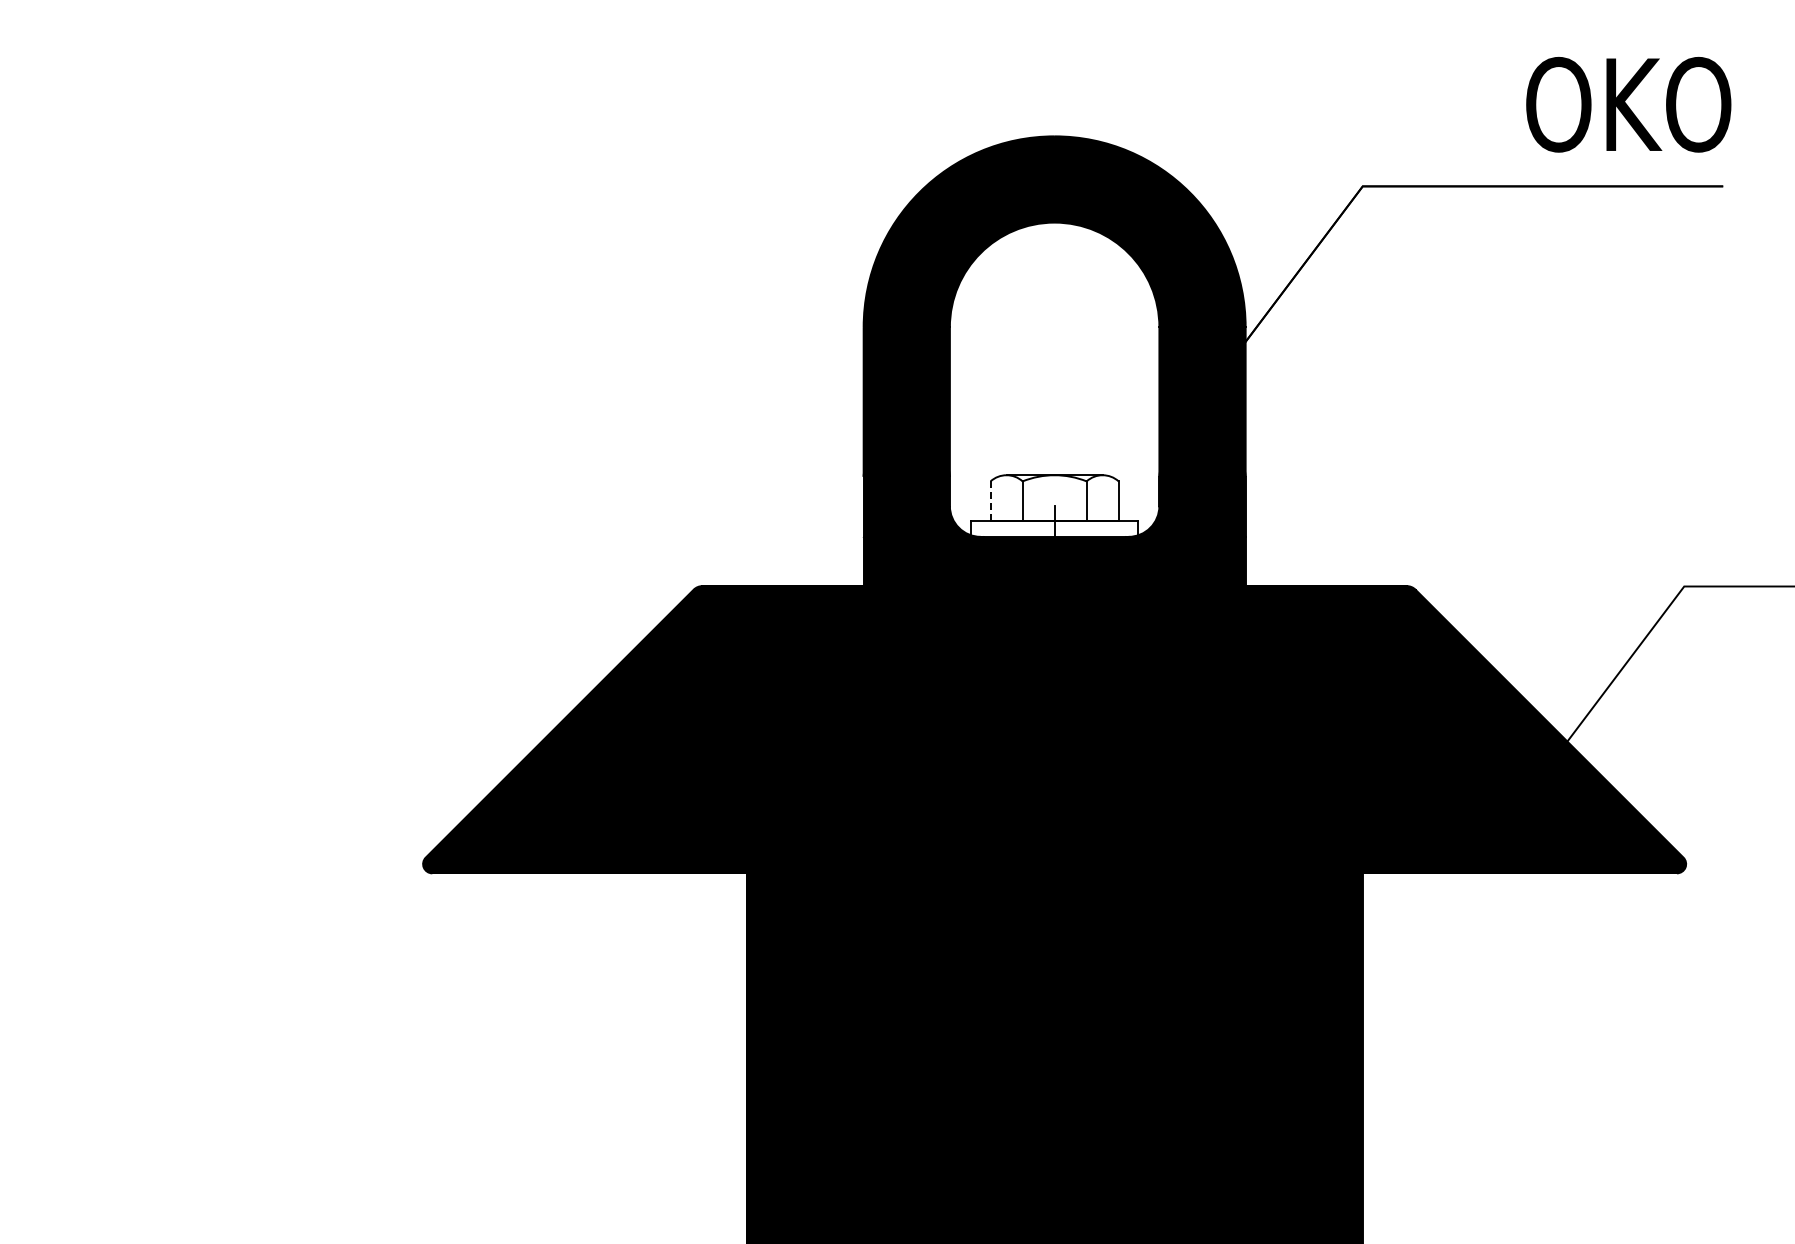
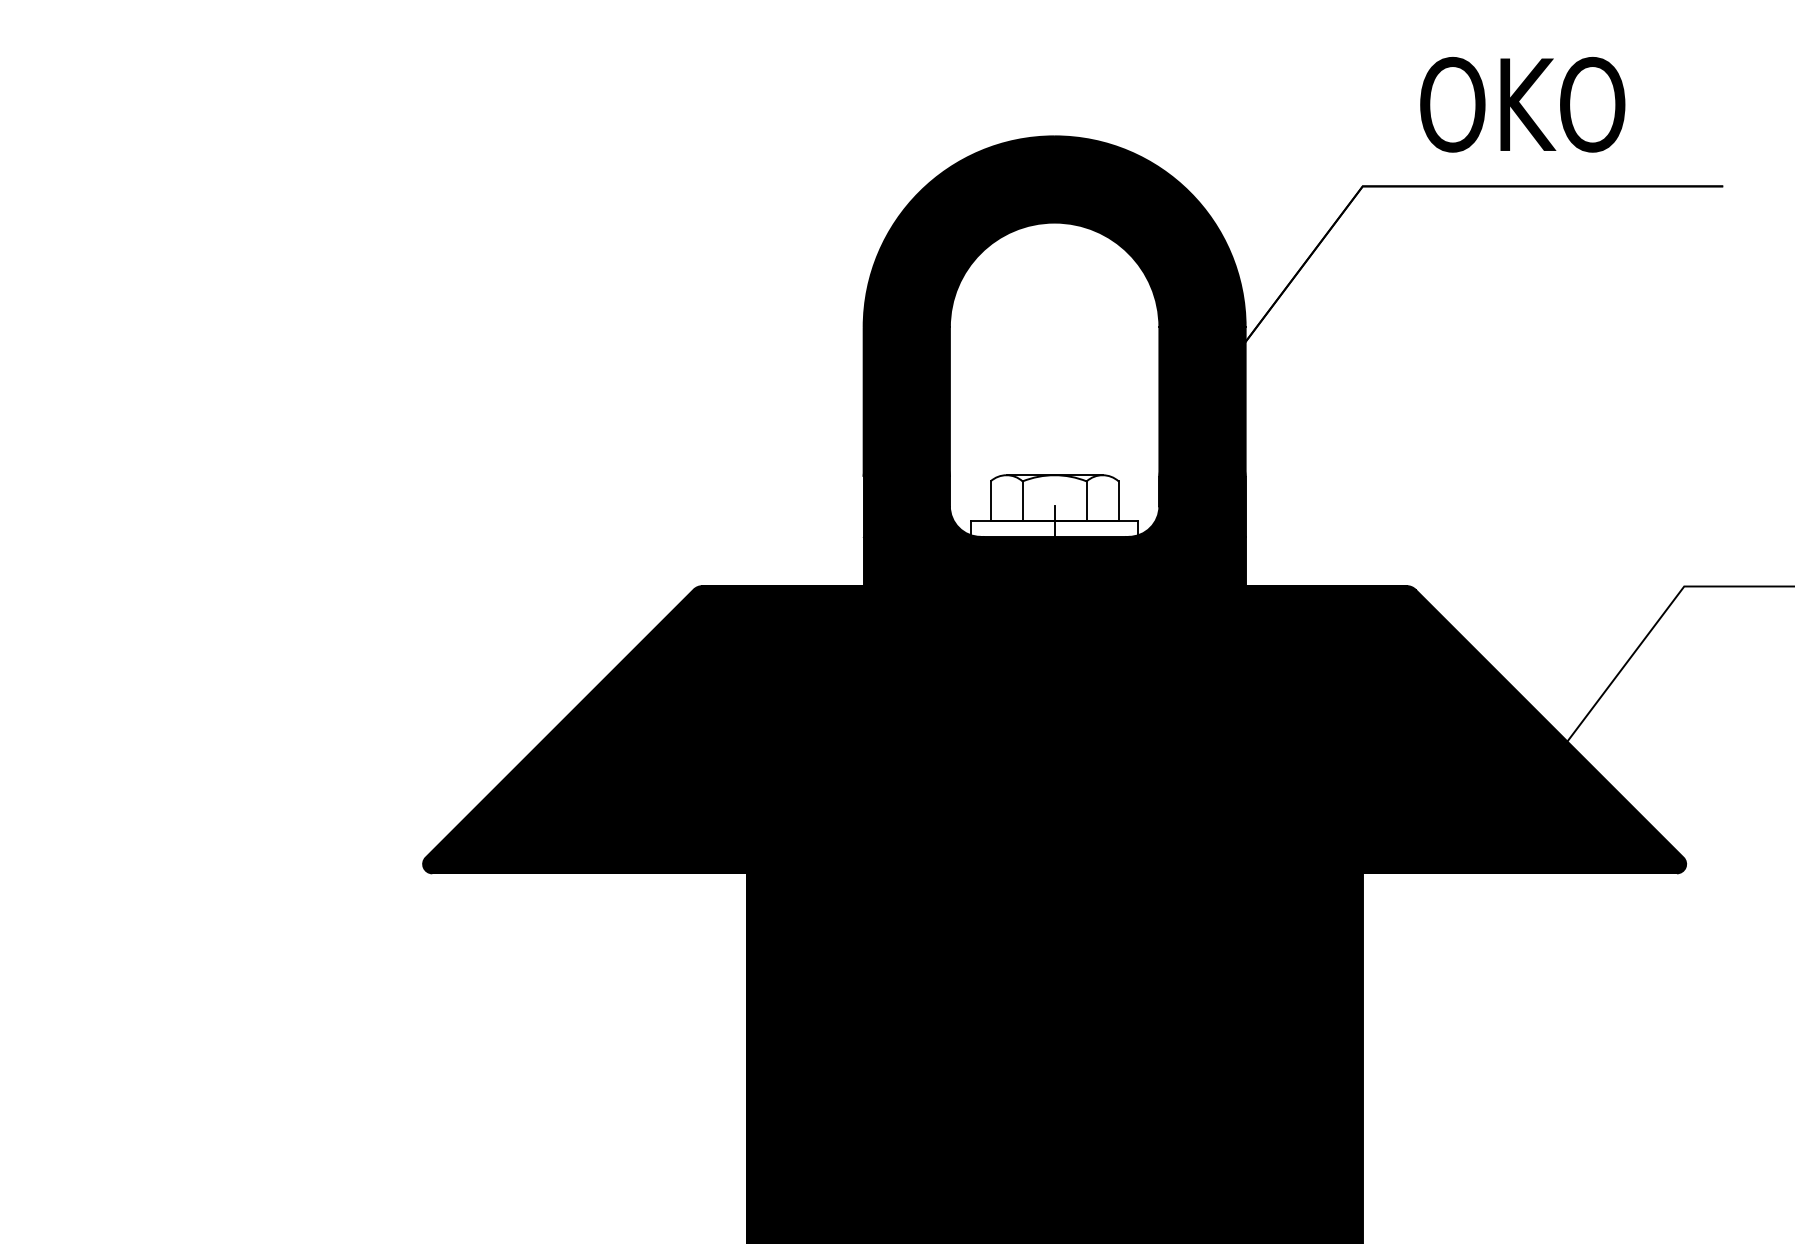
text at (1628, 104) position: (1628, 104) -> (1522, 104)
line at (990, 501): dashed -> solid
